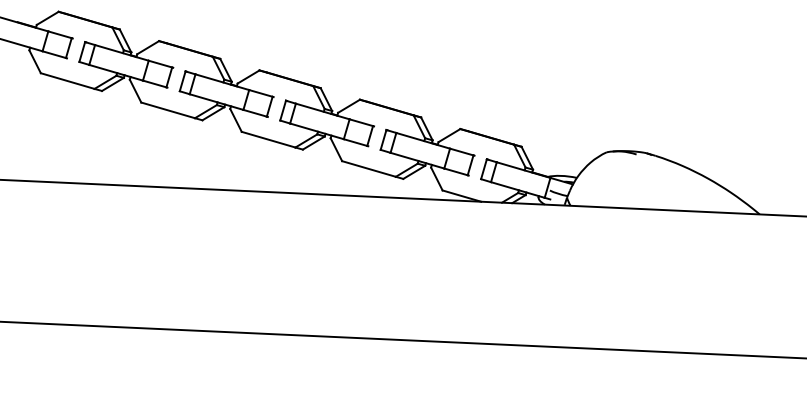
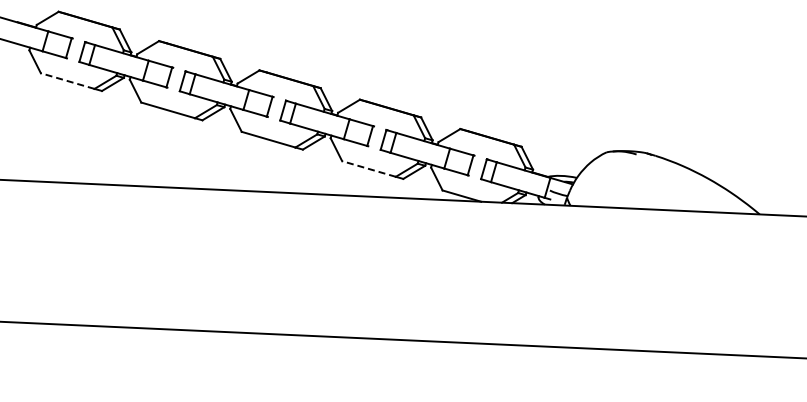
line at (67, 81): solid -> dashed
line at (369, 169): solid -> dashed
